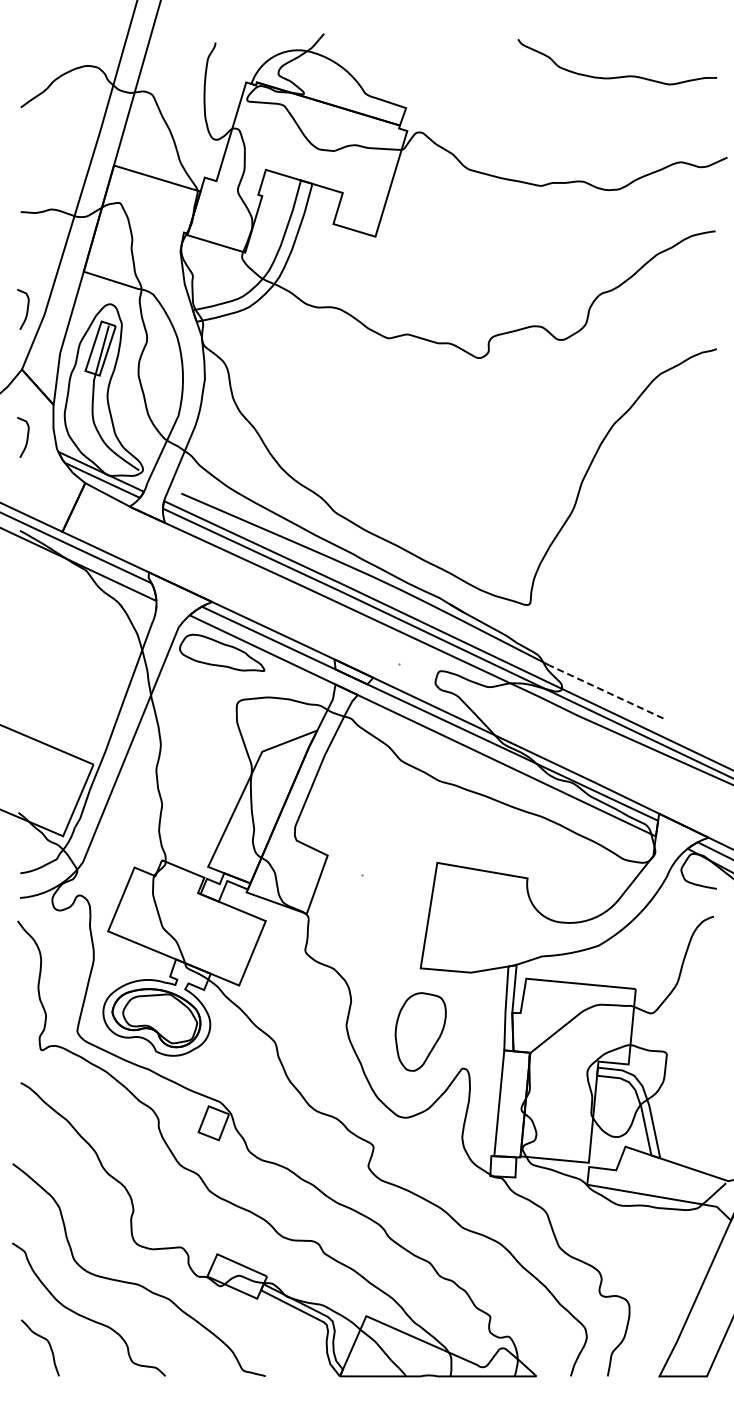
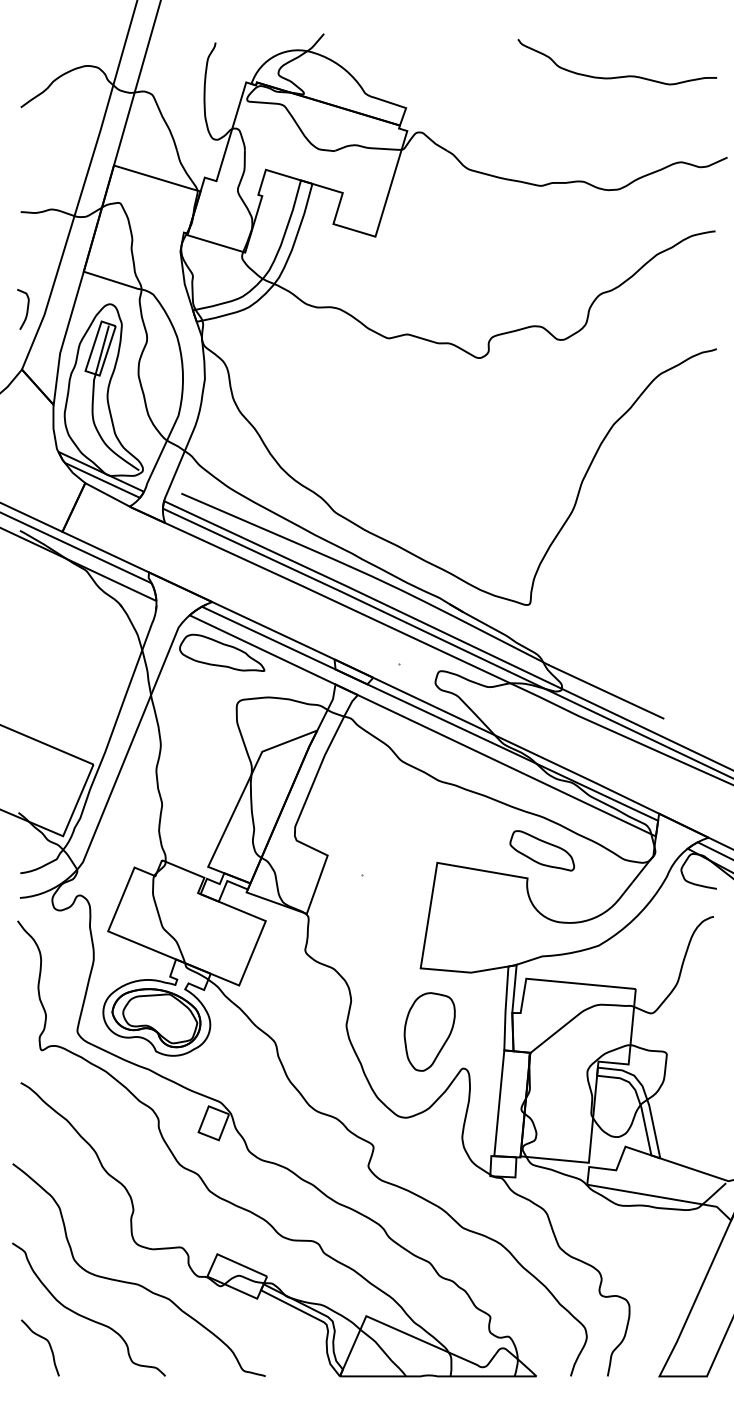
curve at (26, 437): present -> none
line at (606, 691): dashed -> solid
part at (541, 850): none -> present
part at (420, 1031) position: (420, 1031) -> (429, 1031)
